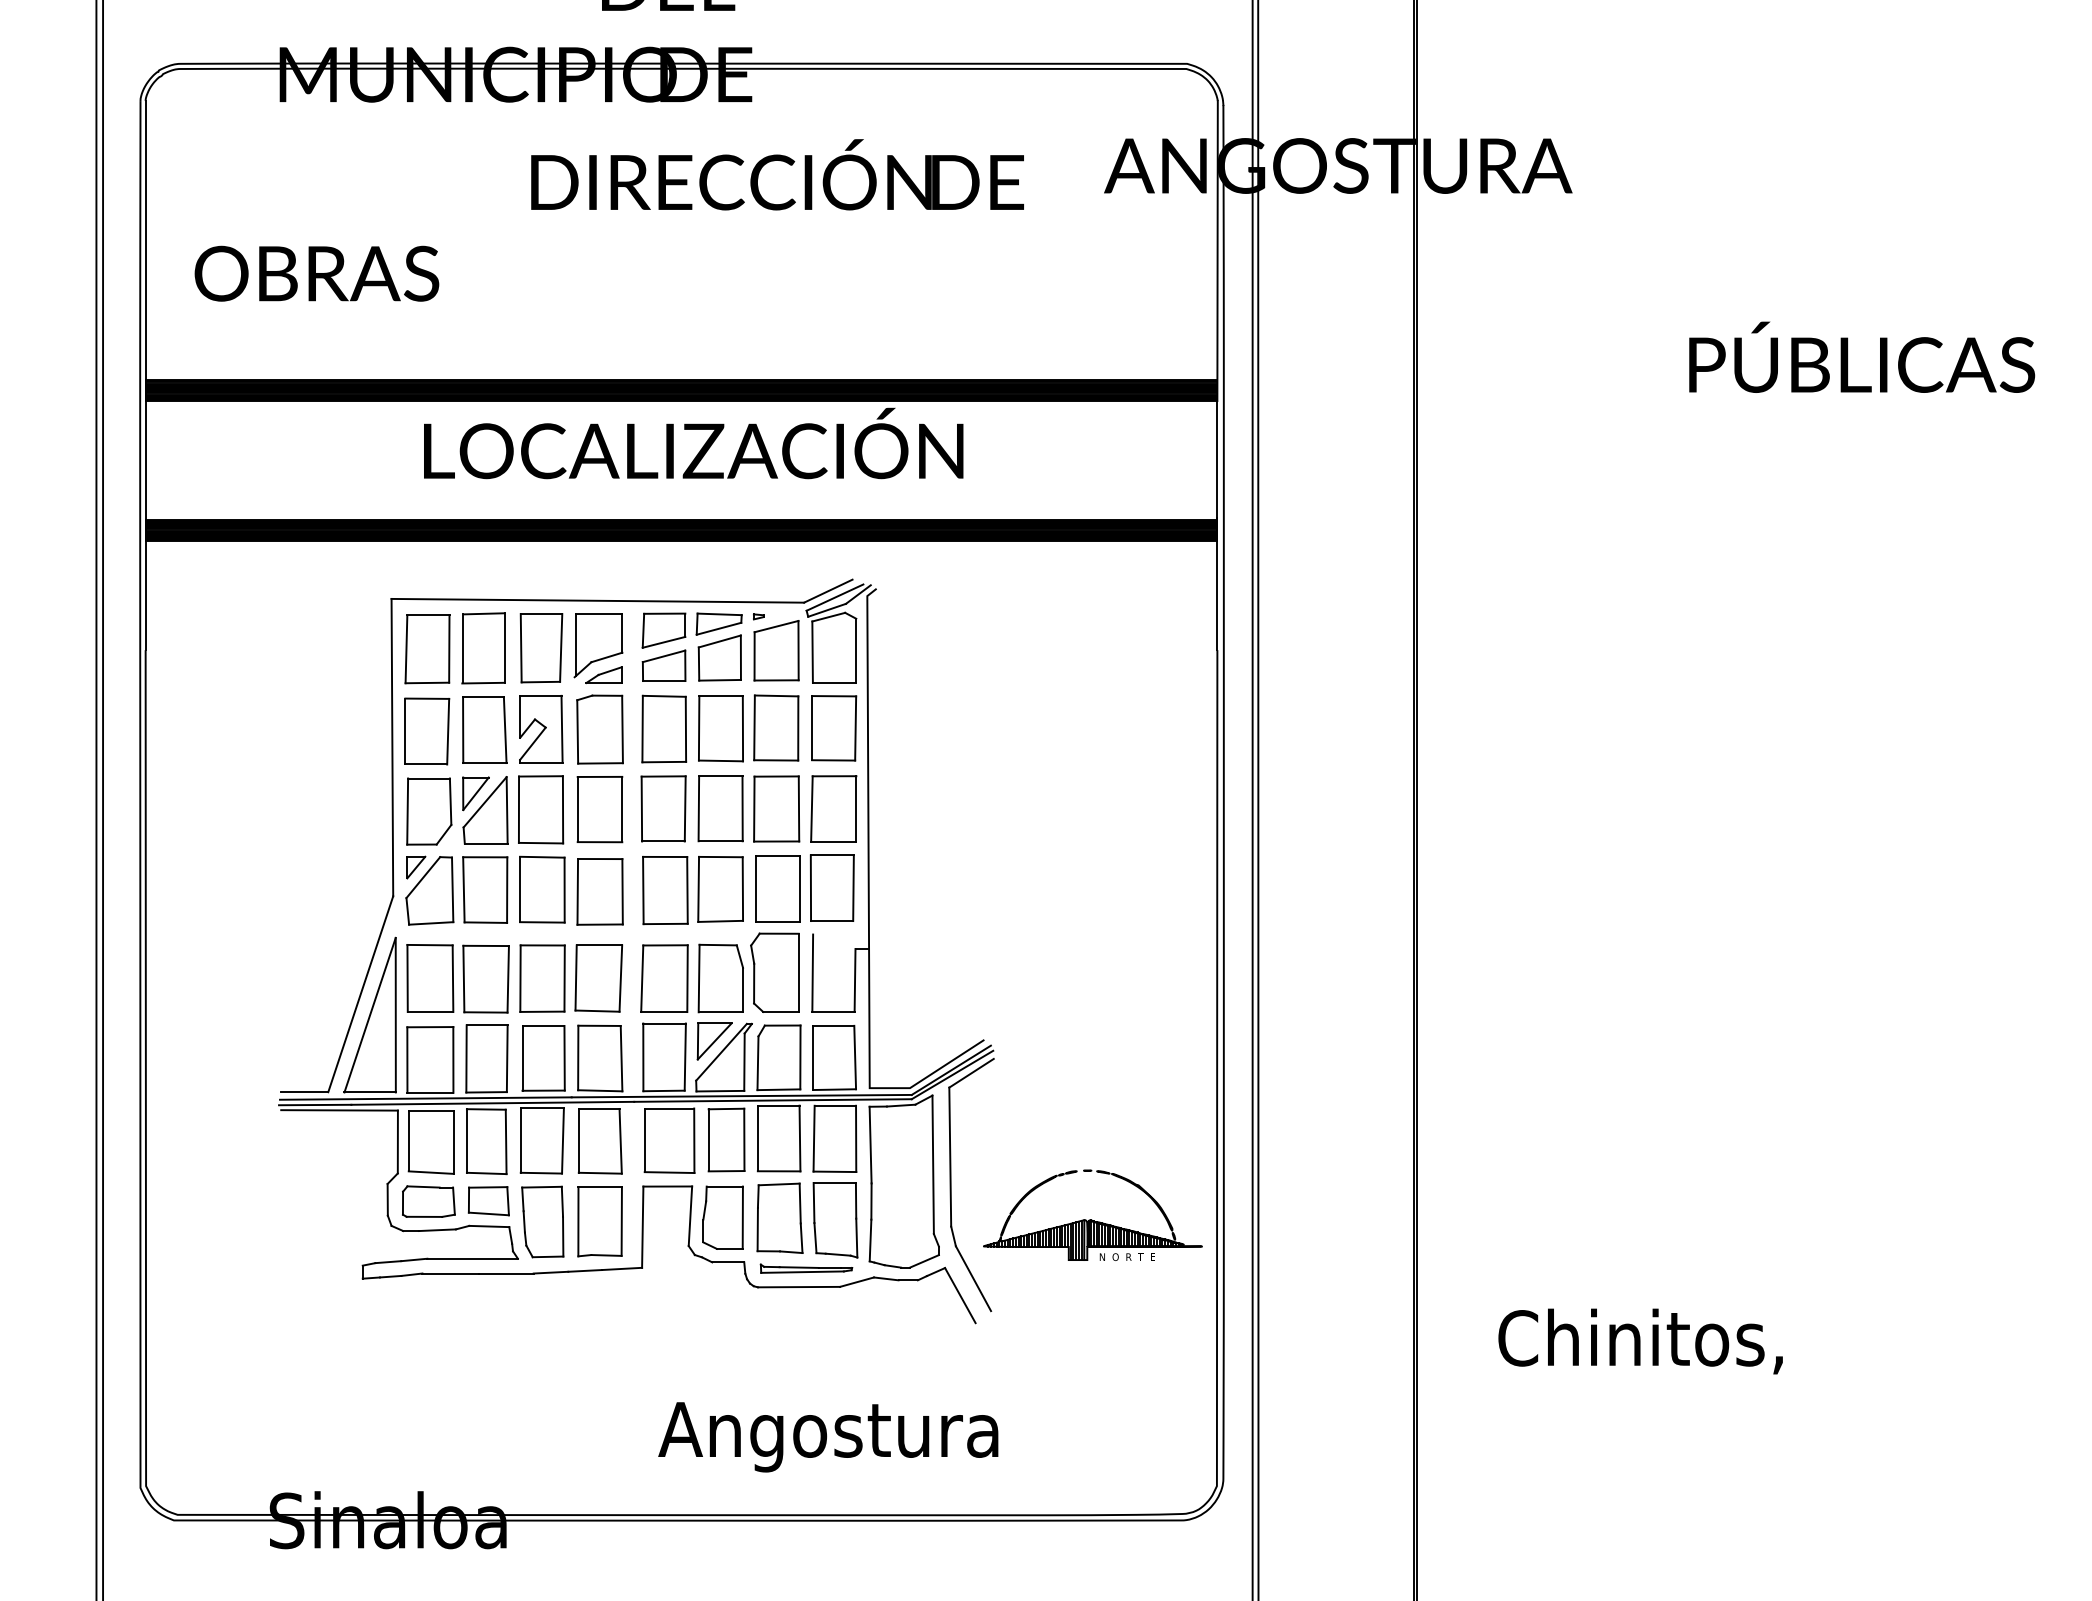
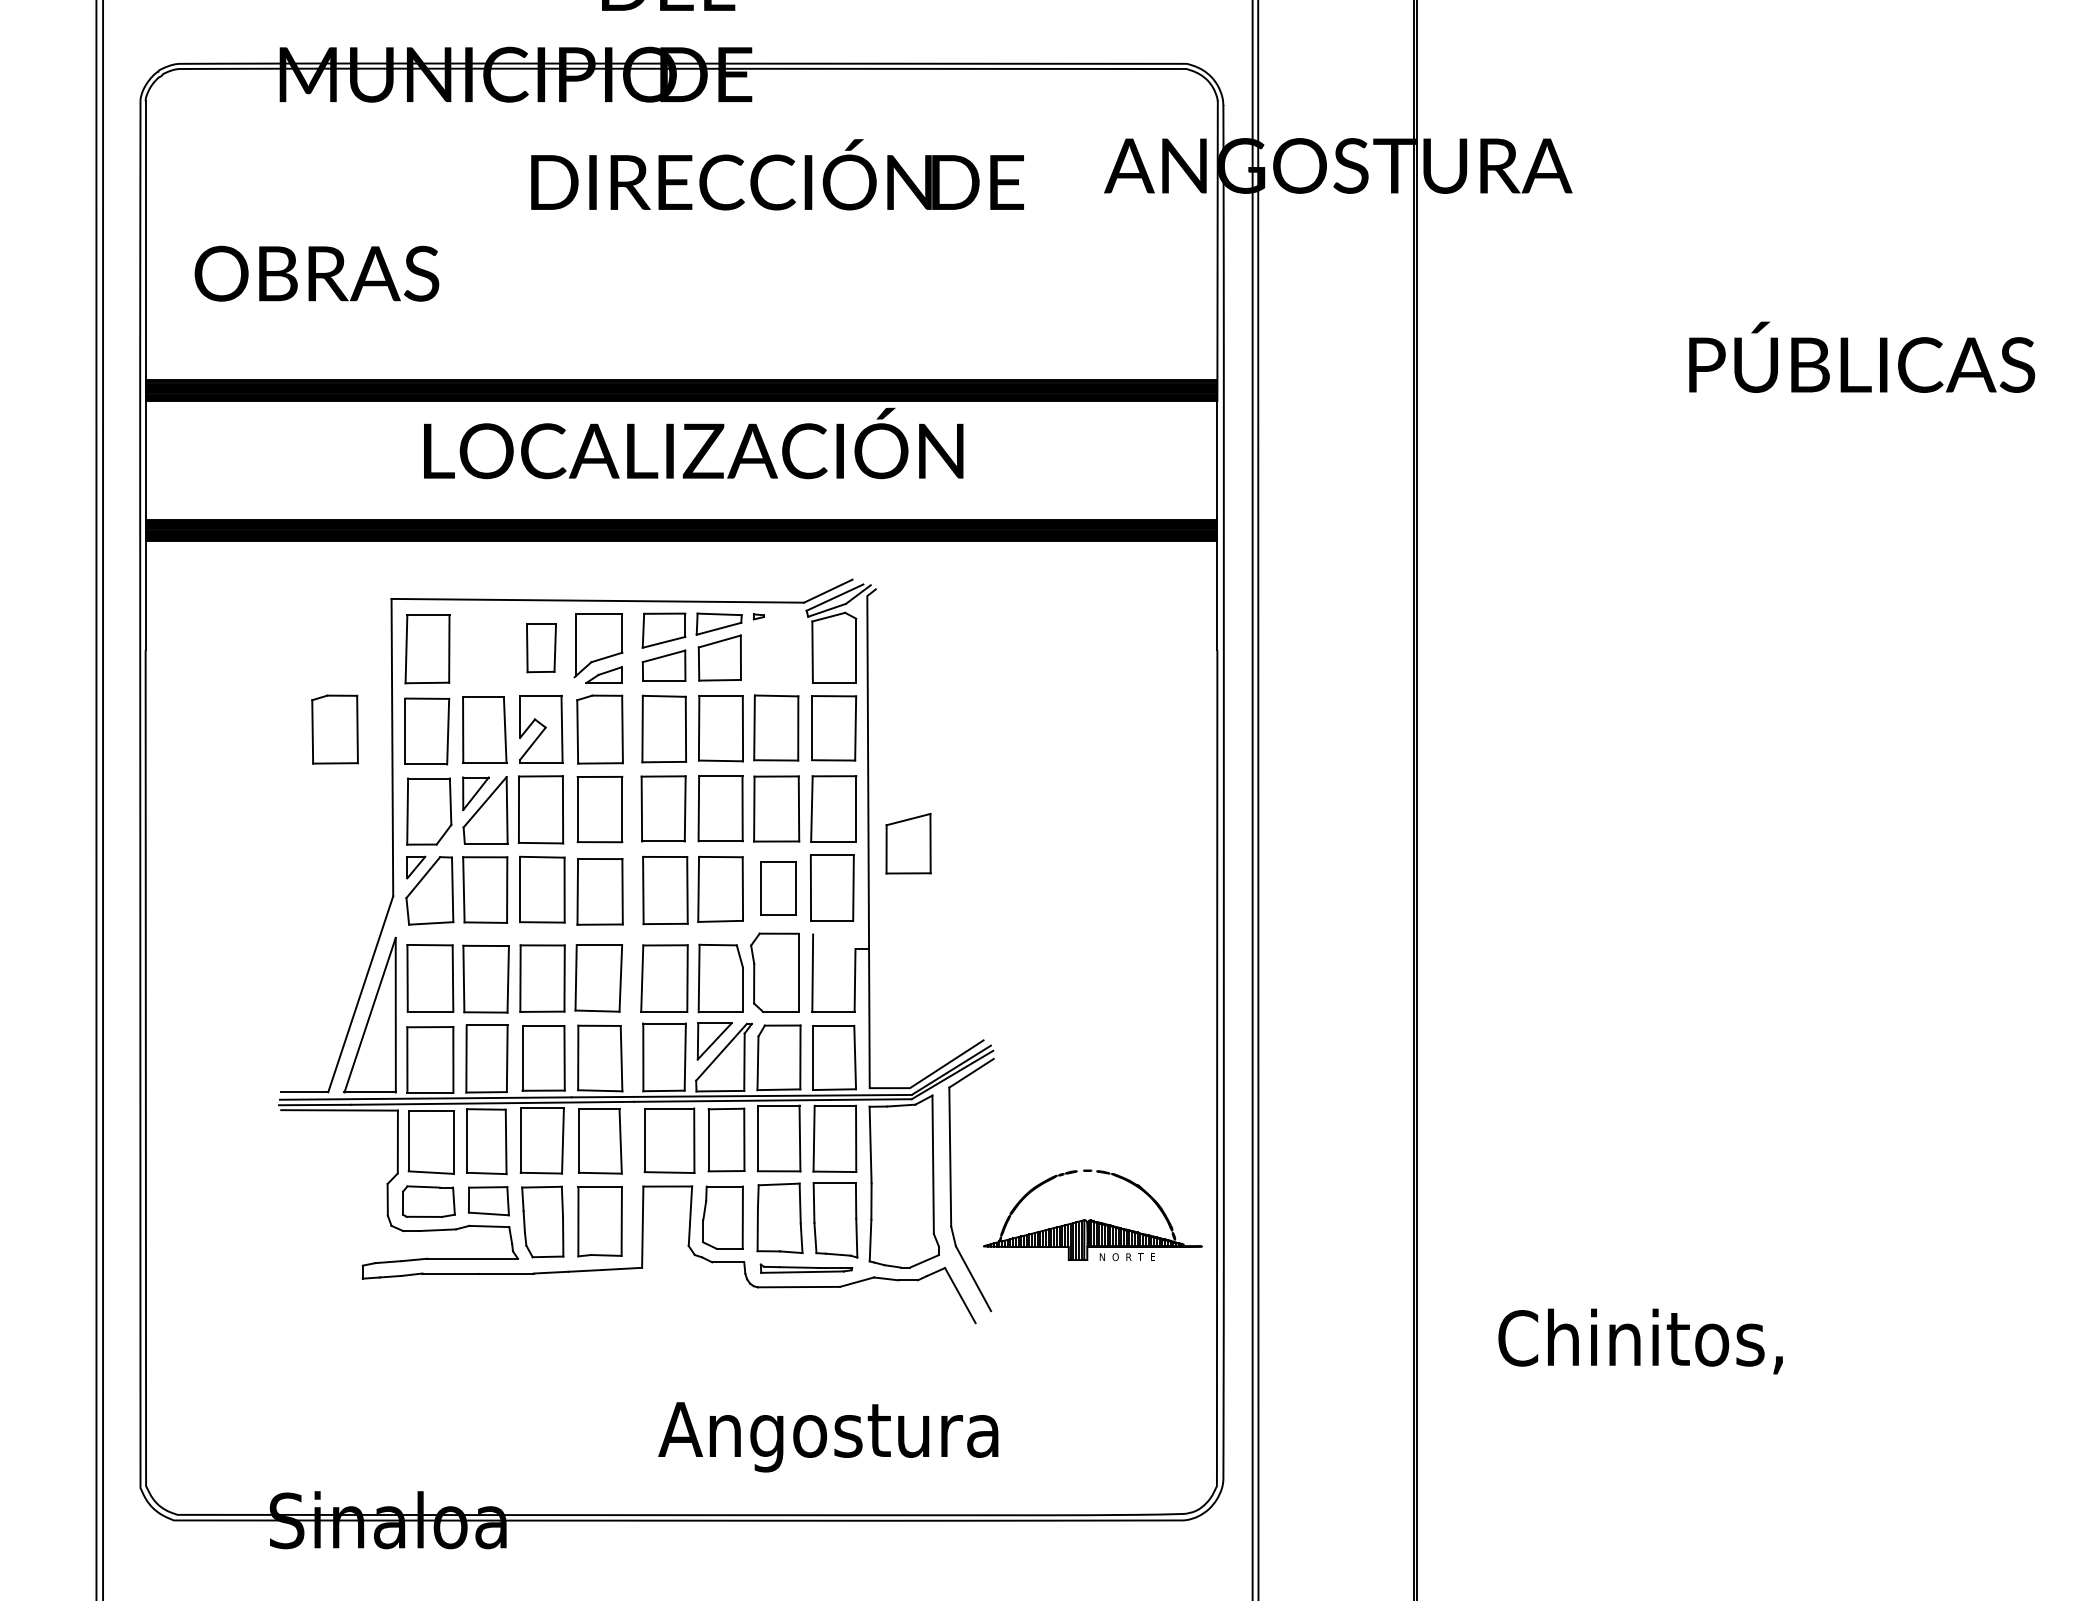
part at (483, 648): present -> none
part at (541, 648) size: 45x71 px -> 31x51 px
part at (776, 650) position: (776, 650) -> (908, 843)
part at (334, 729): none -> present
part at (777, 888) size: 46x68 px -> 37x55 px
